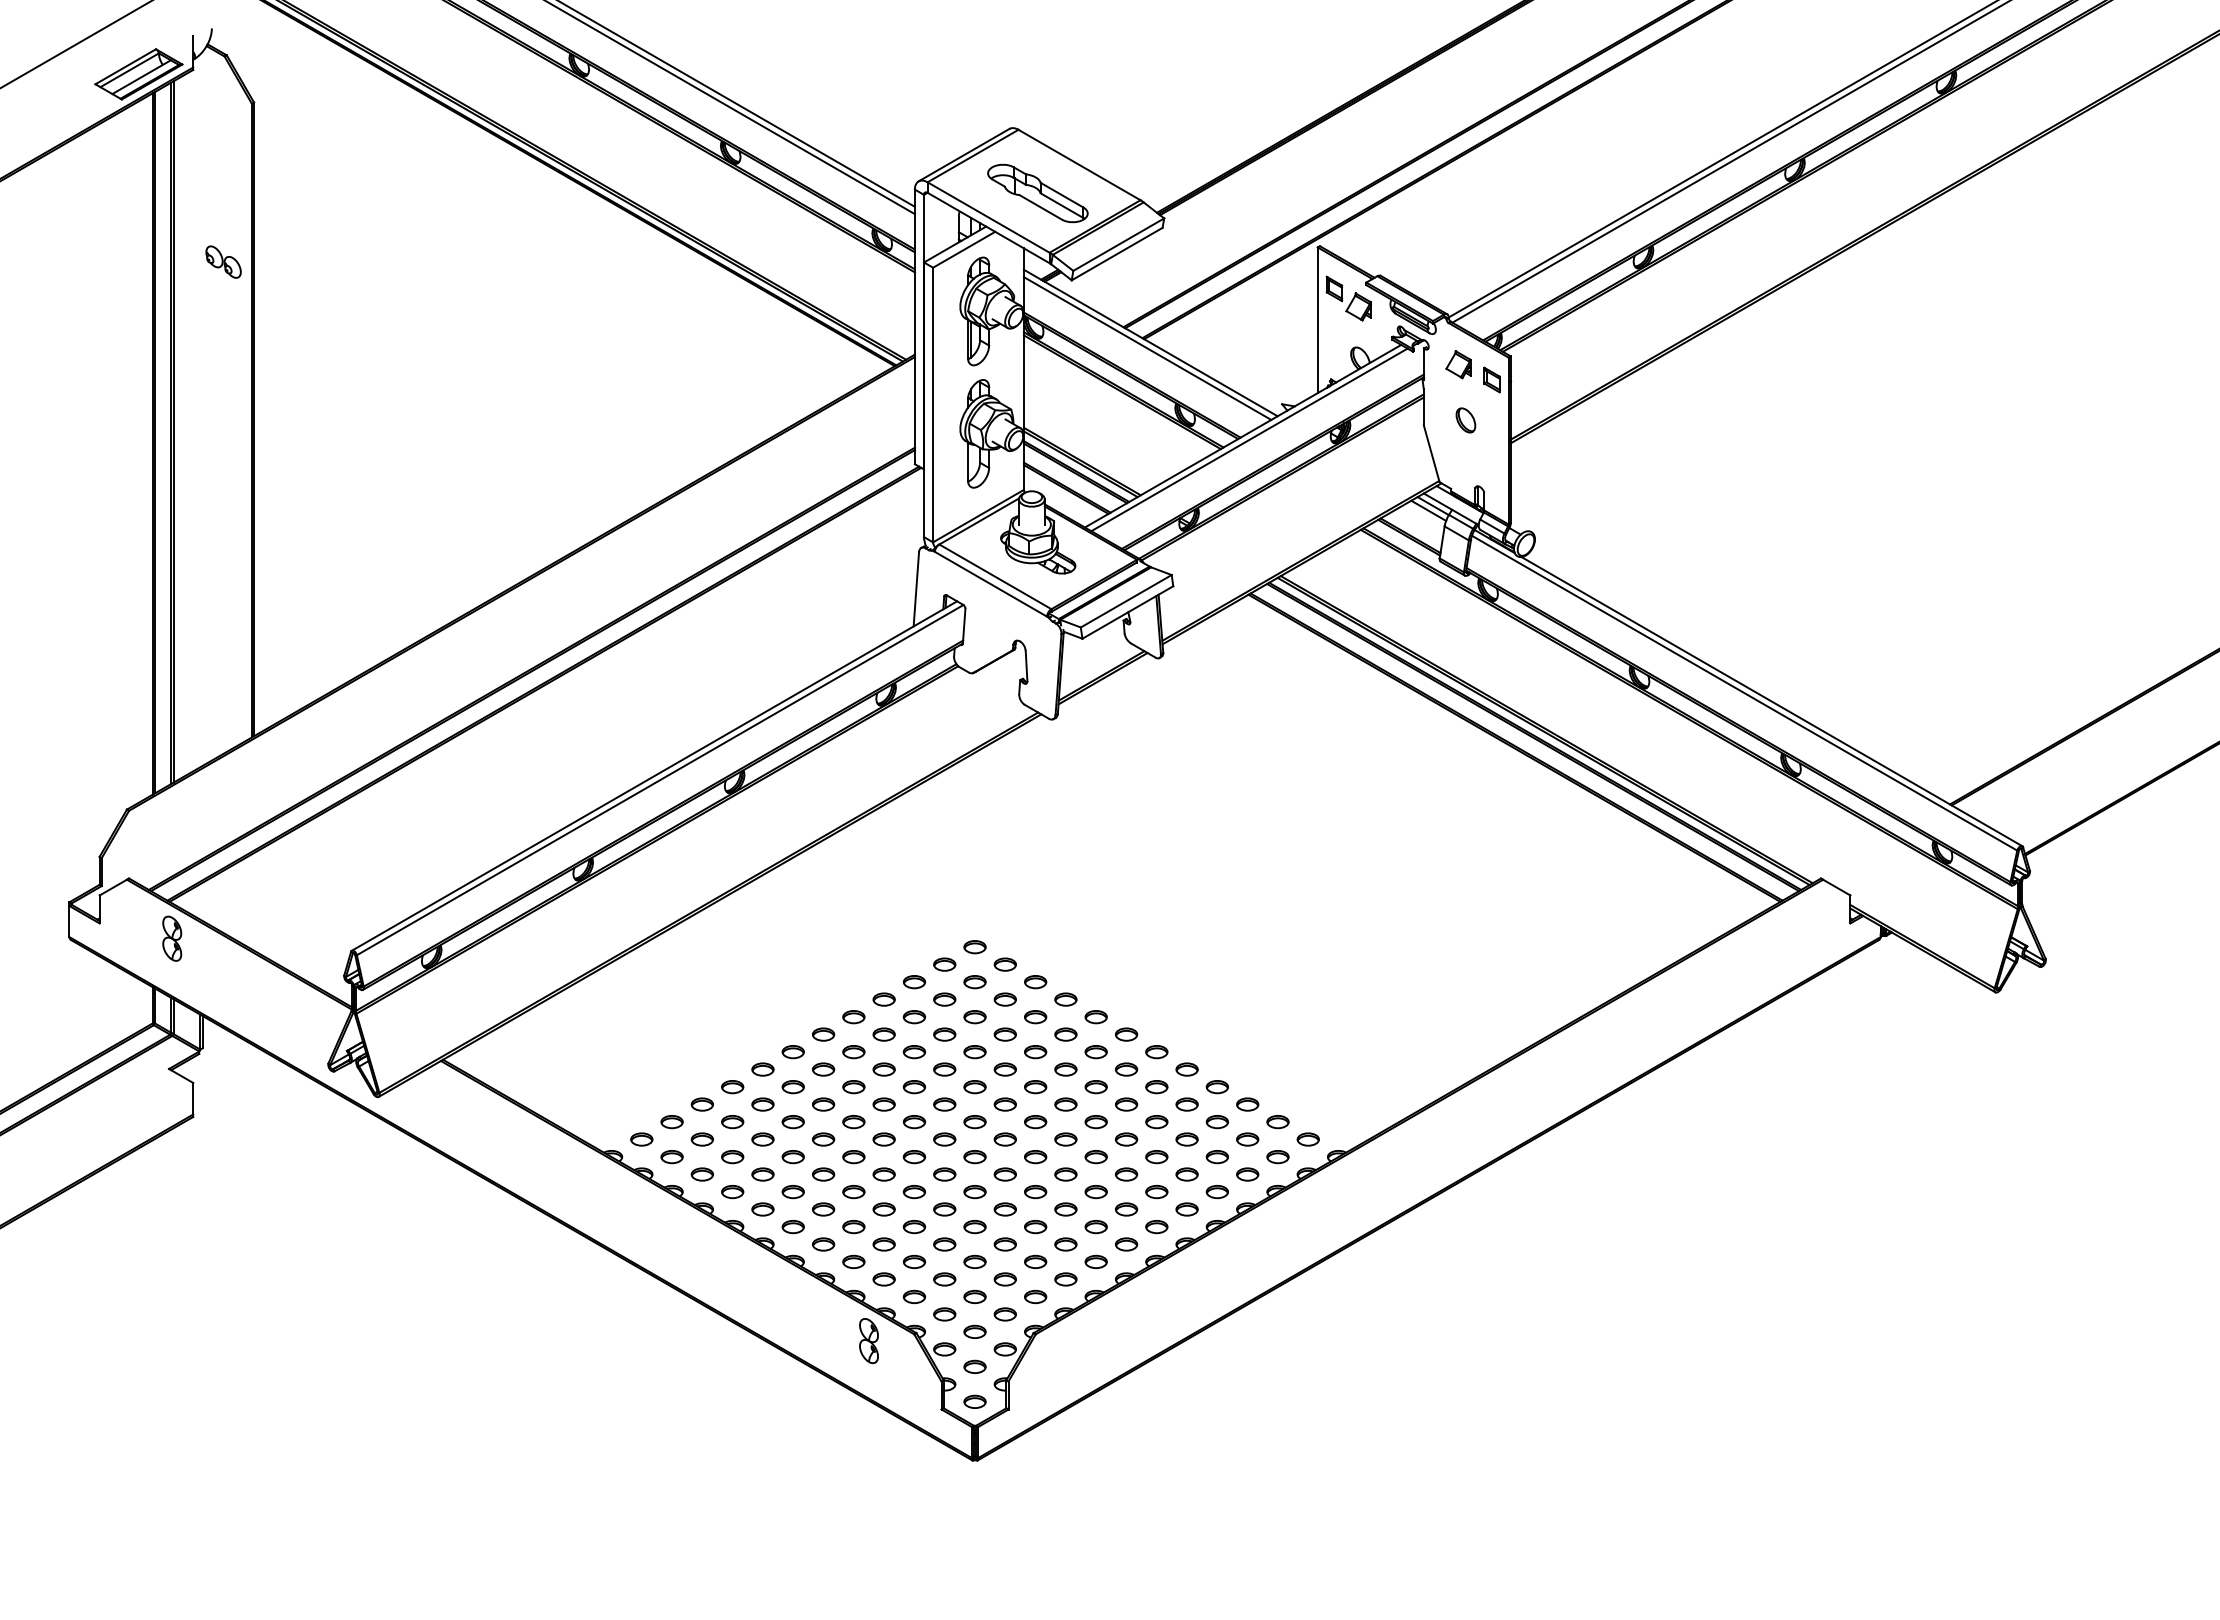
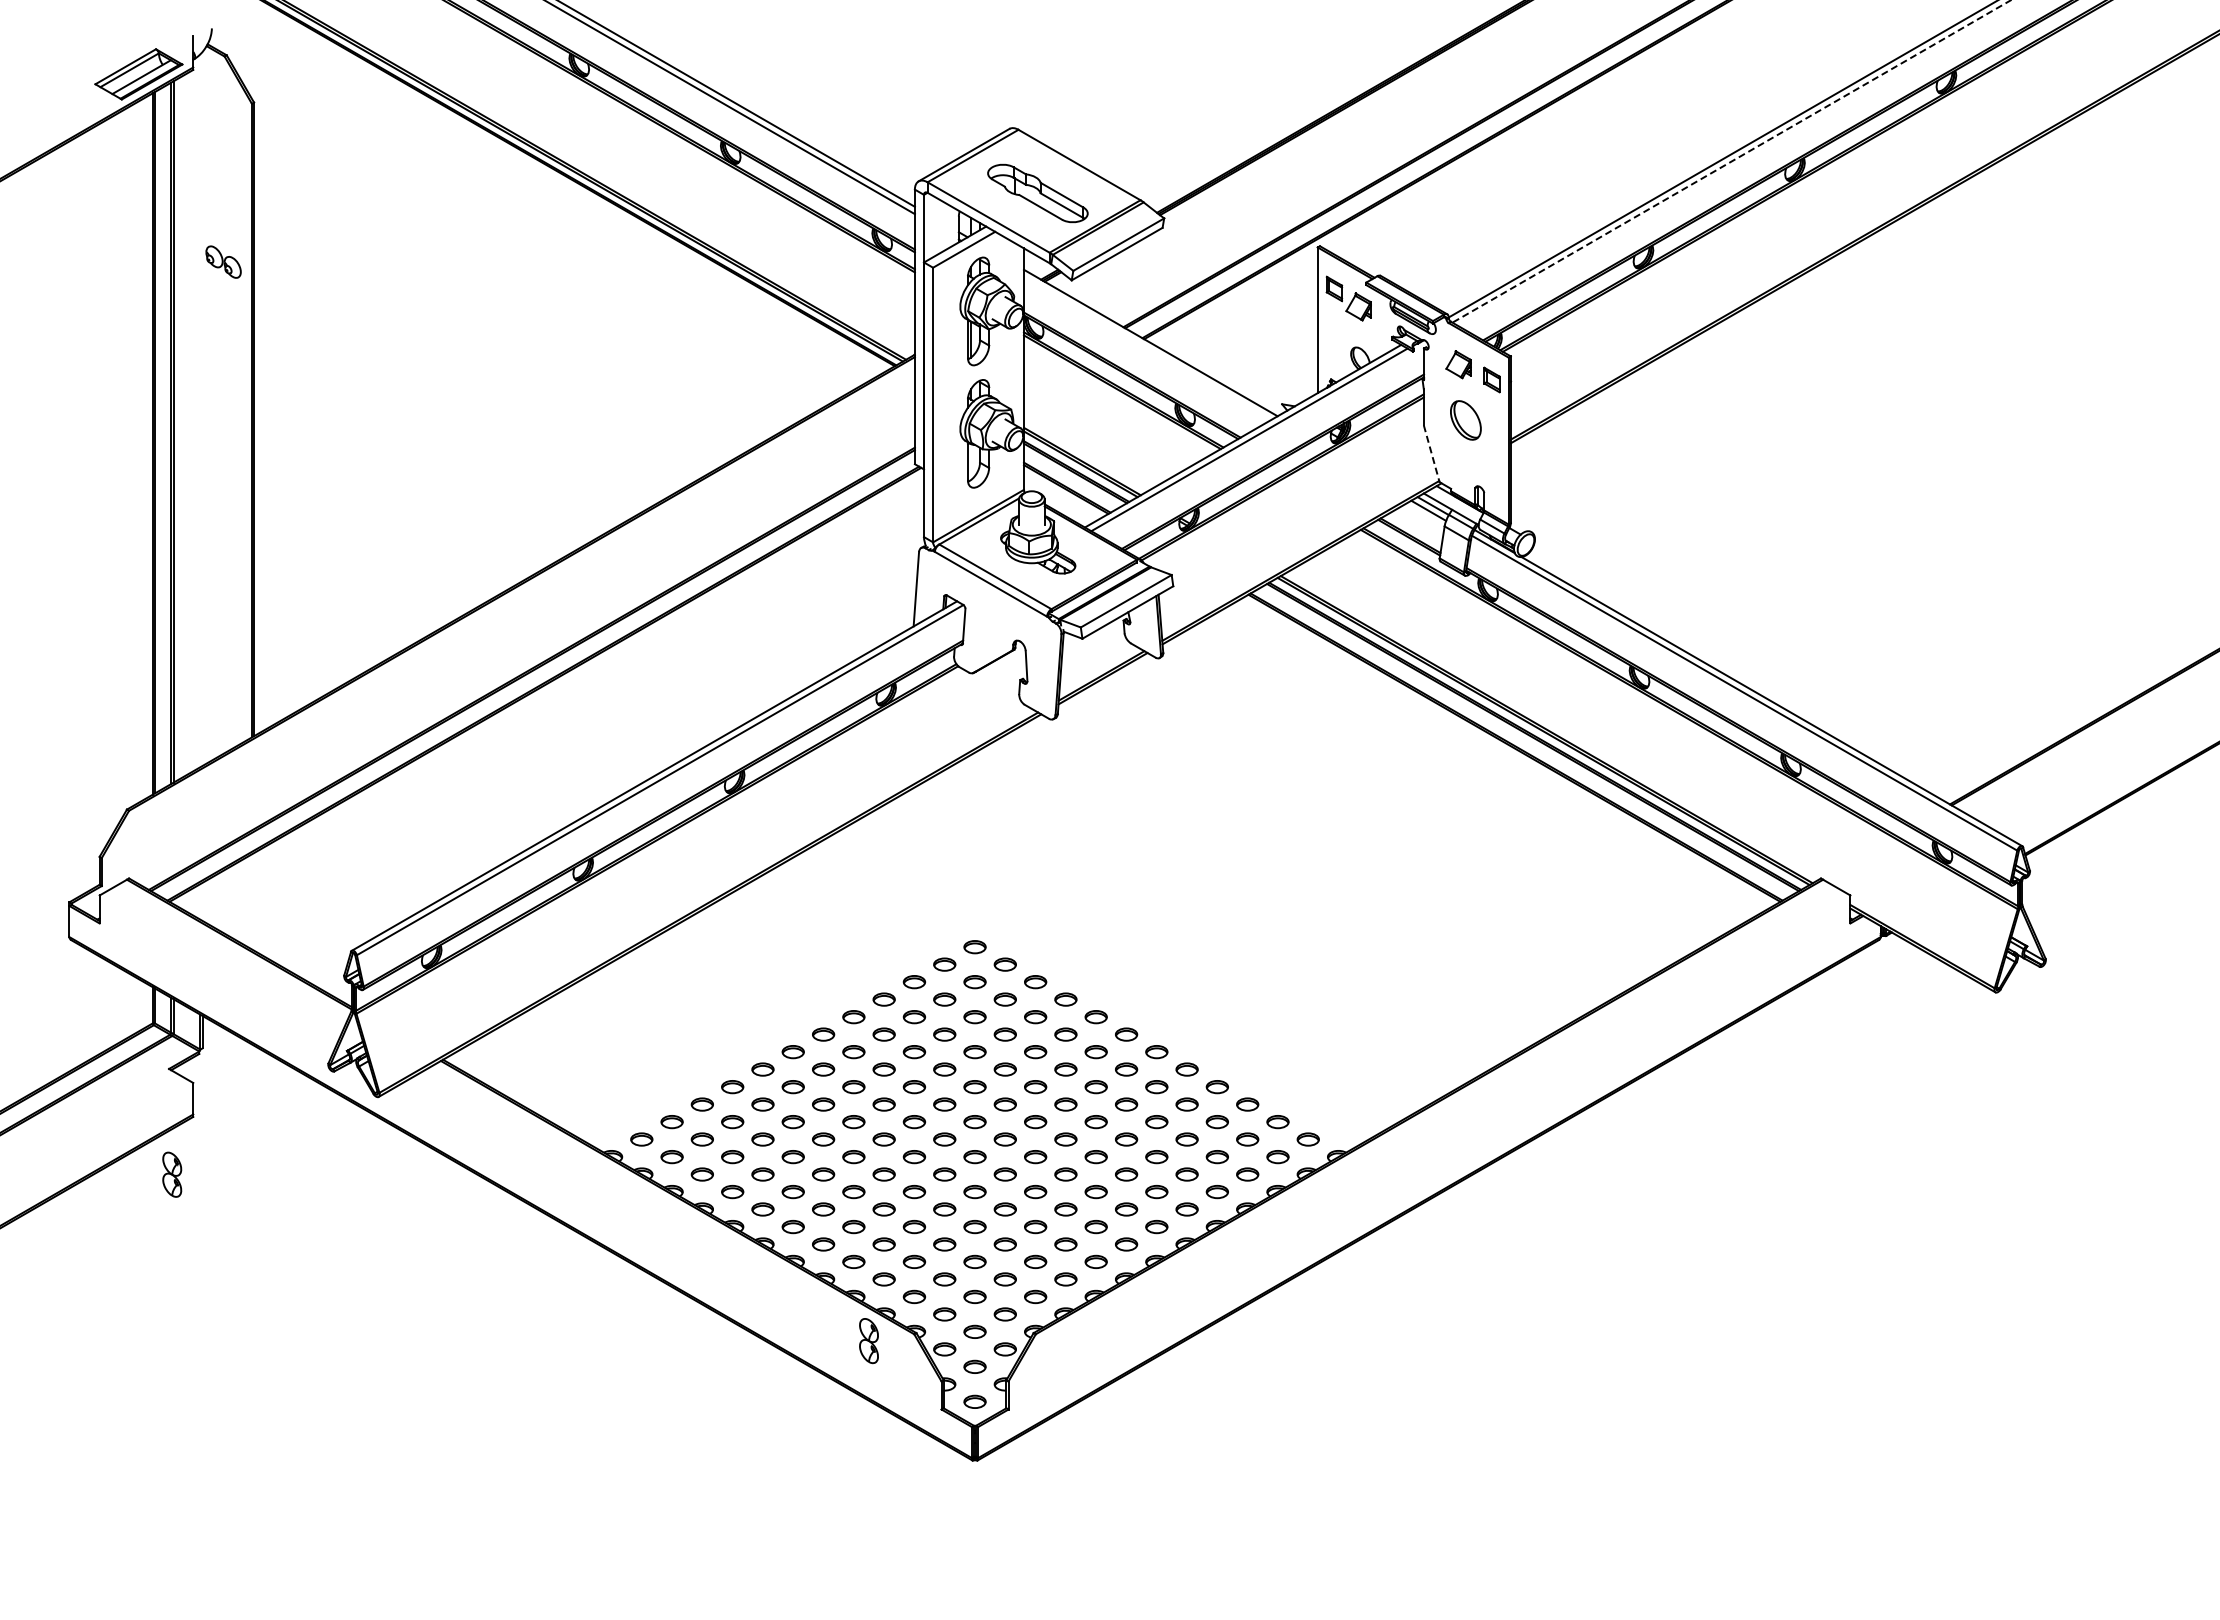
line at (75, 44): present -> none
line at (1731, 161): solid -> dashed
line at (1147, 348): present -> none
part at (1465, 420) size: 22x27 px -> 32x41 px
line at (1431, 454): solid -> dashed
part at (172, 938) position: (172, 938) -> (172, 1174)
